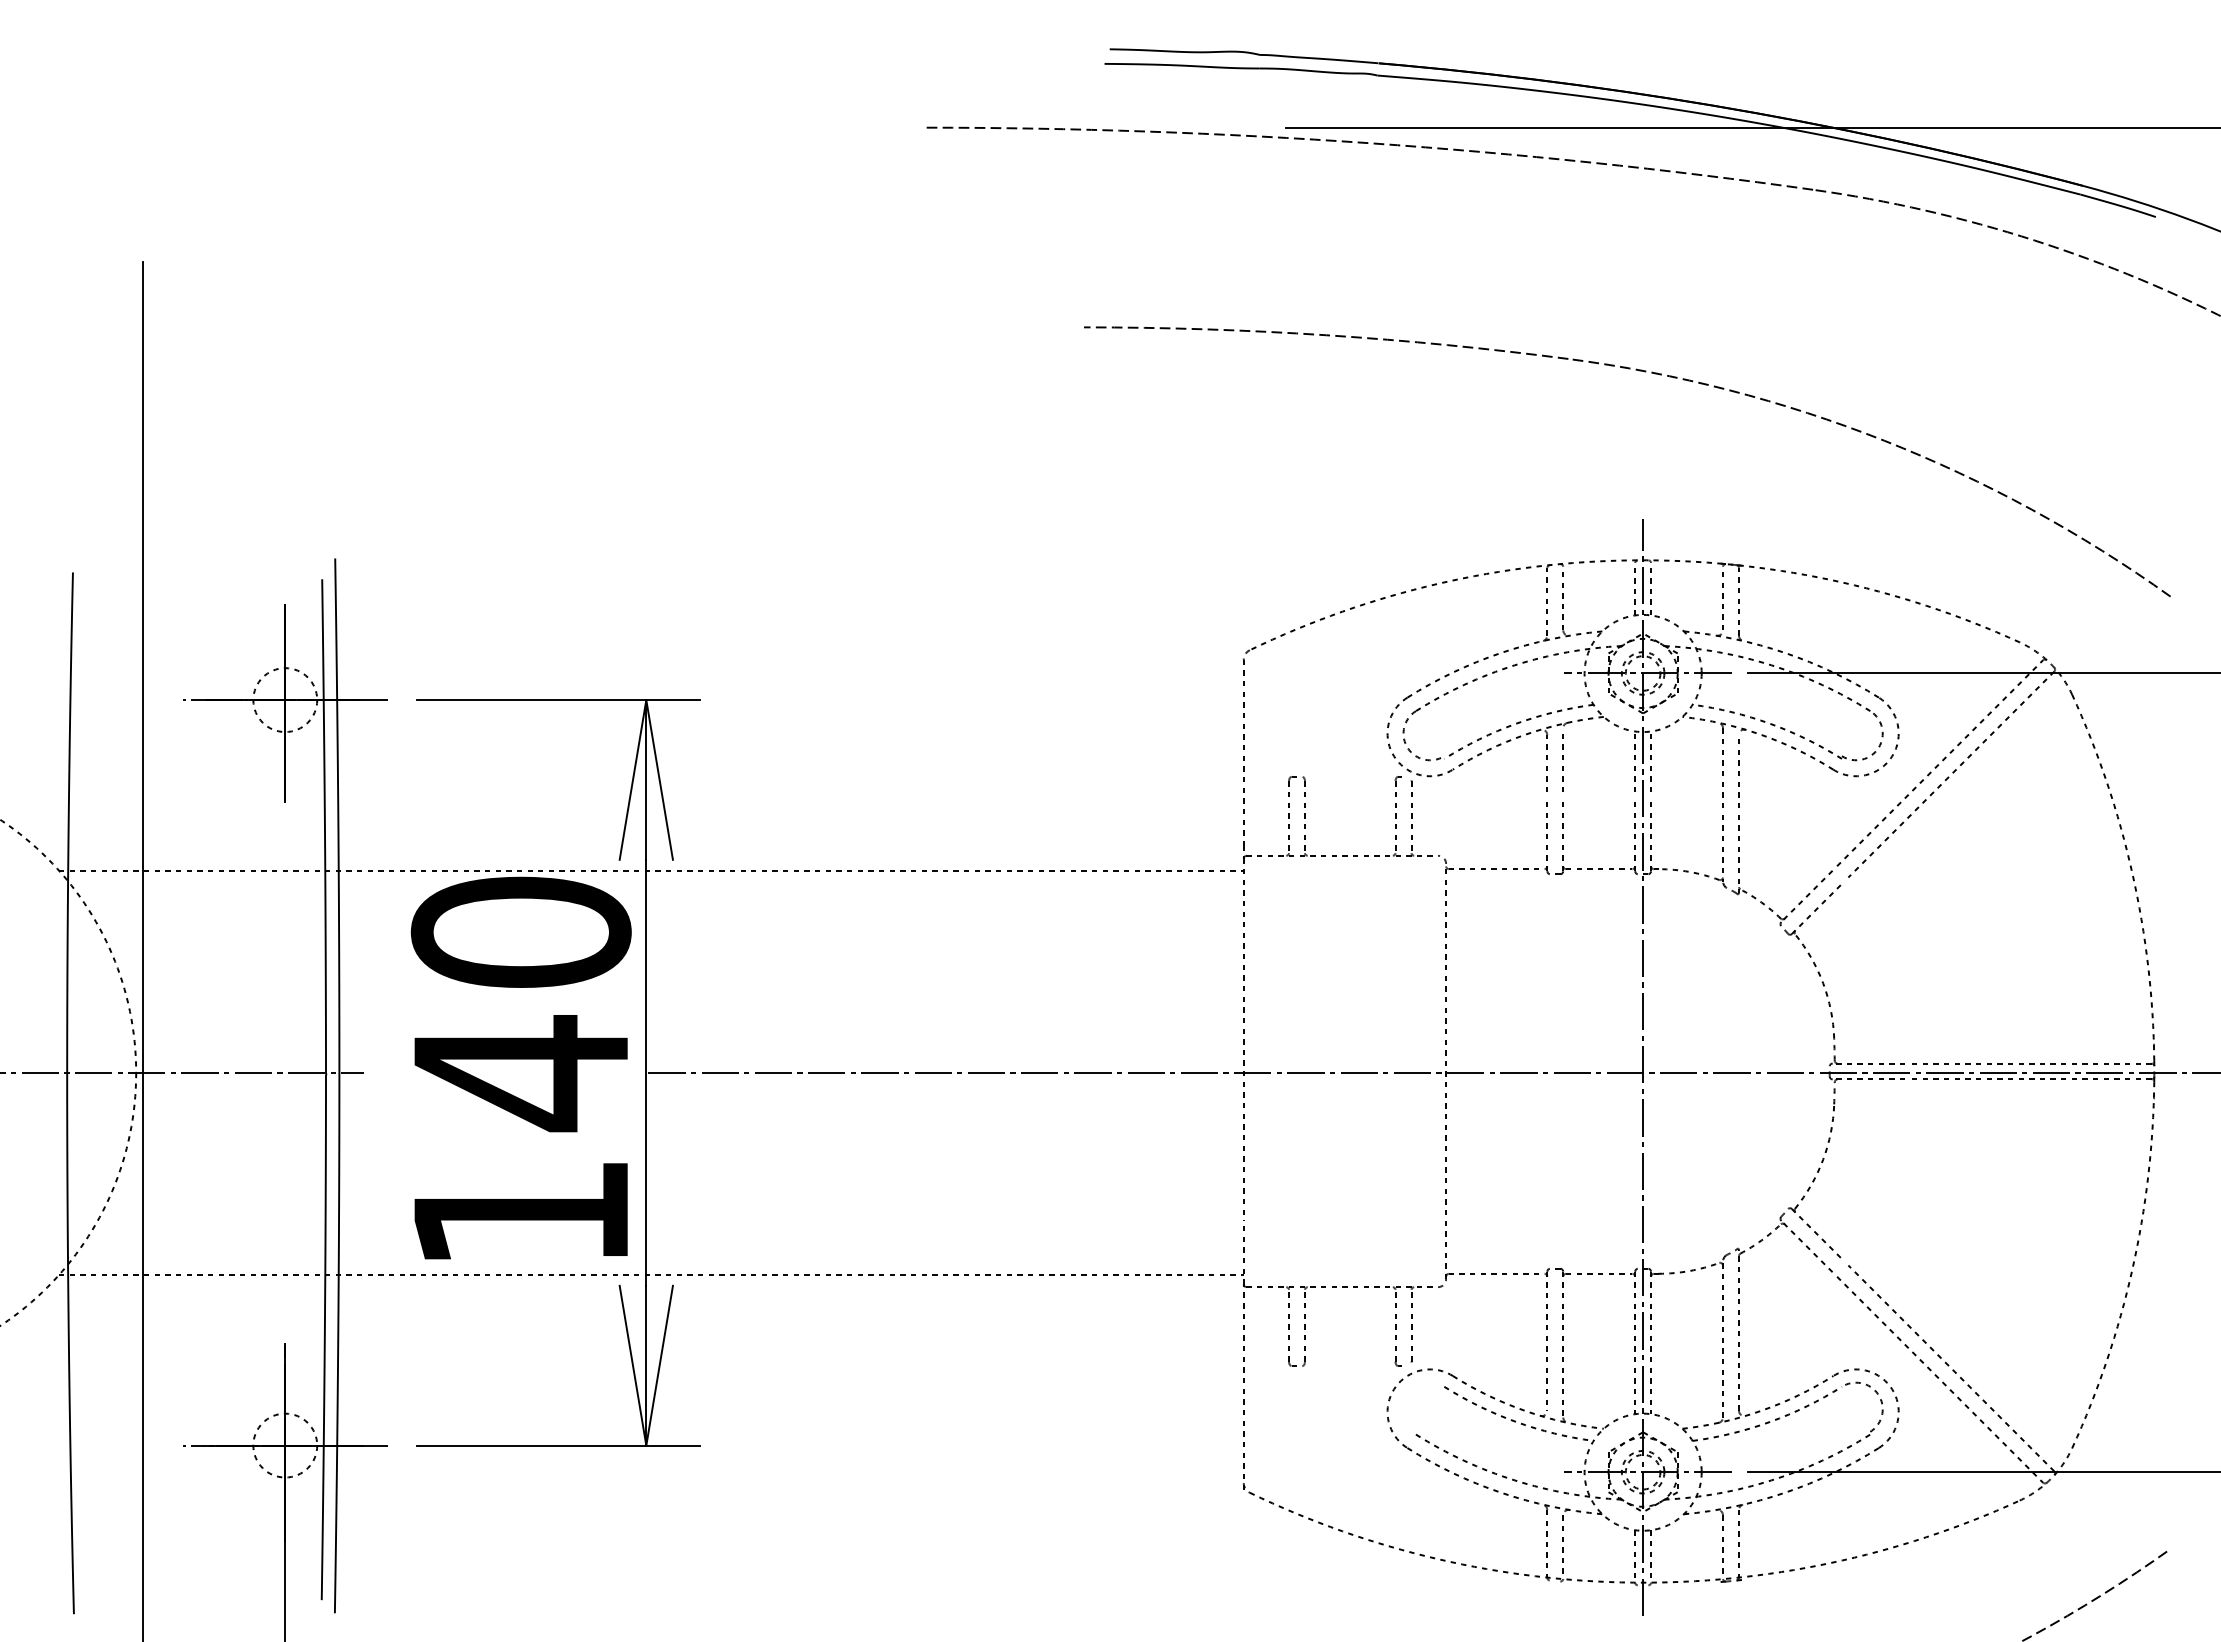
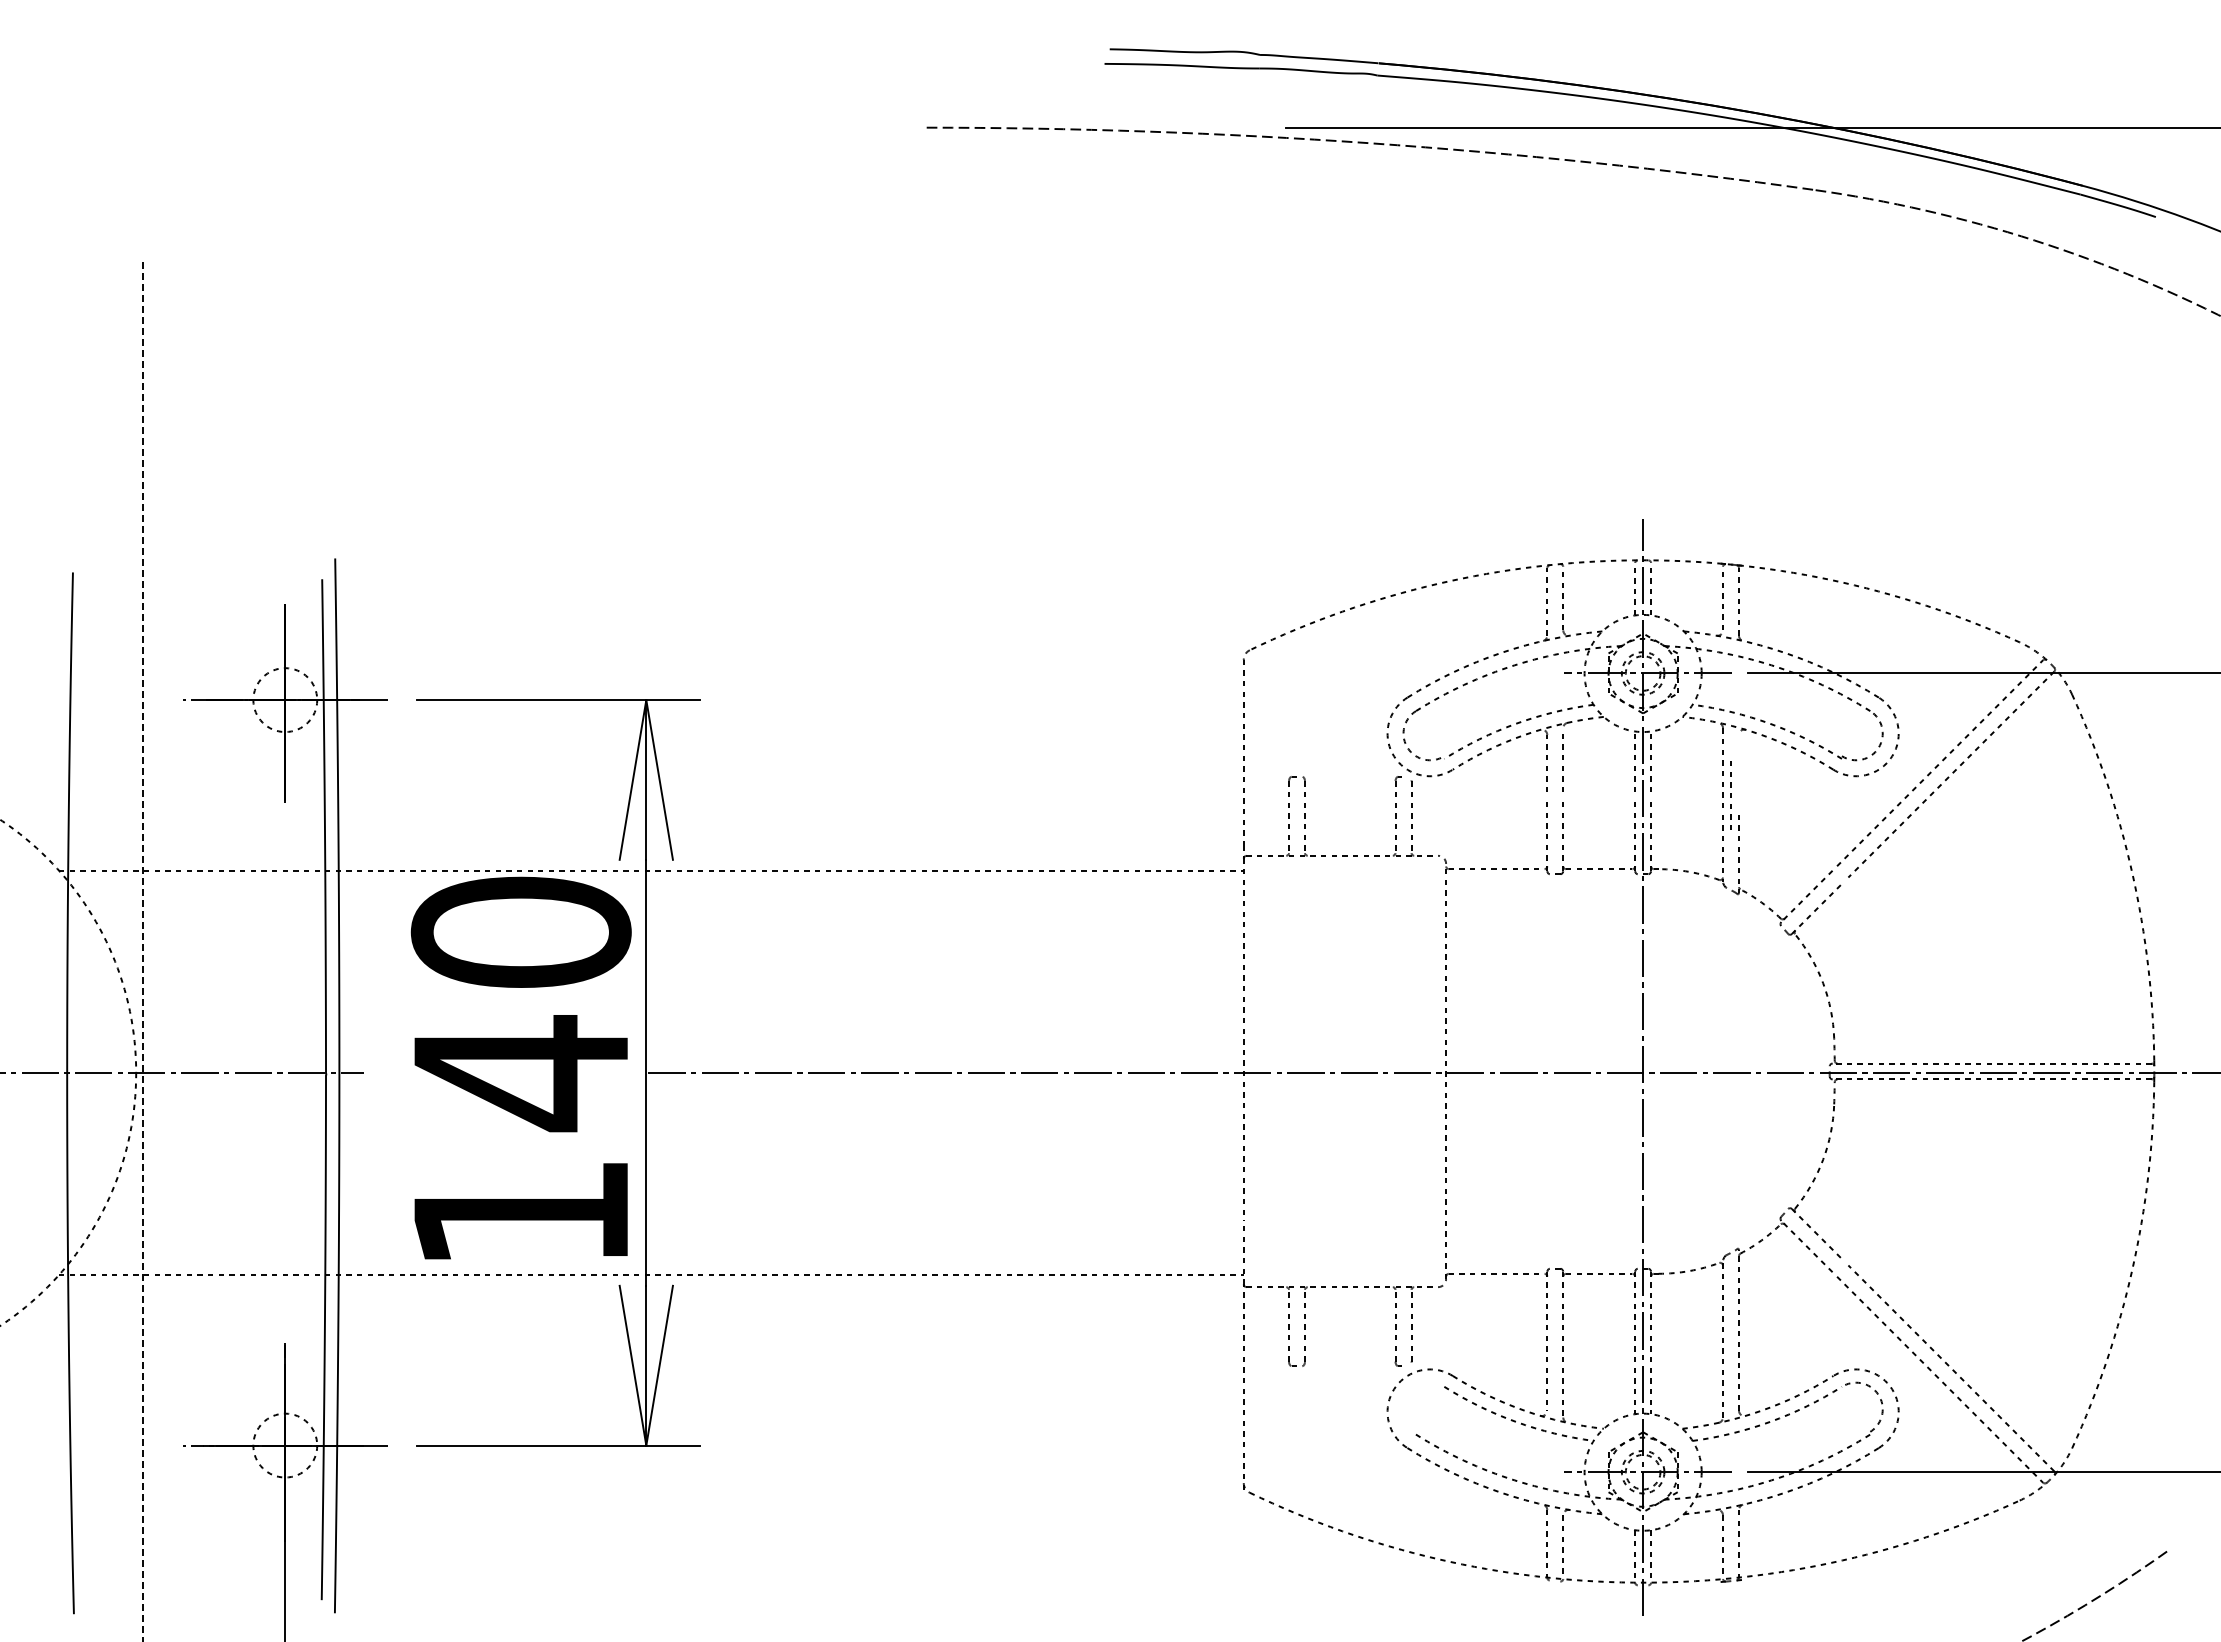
part at (1644, 372): present -> none
line at (1738, 773) position: (1738, 773) -> (1730, 795)
line at (143, 951): solid -> dashed
